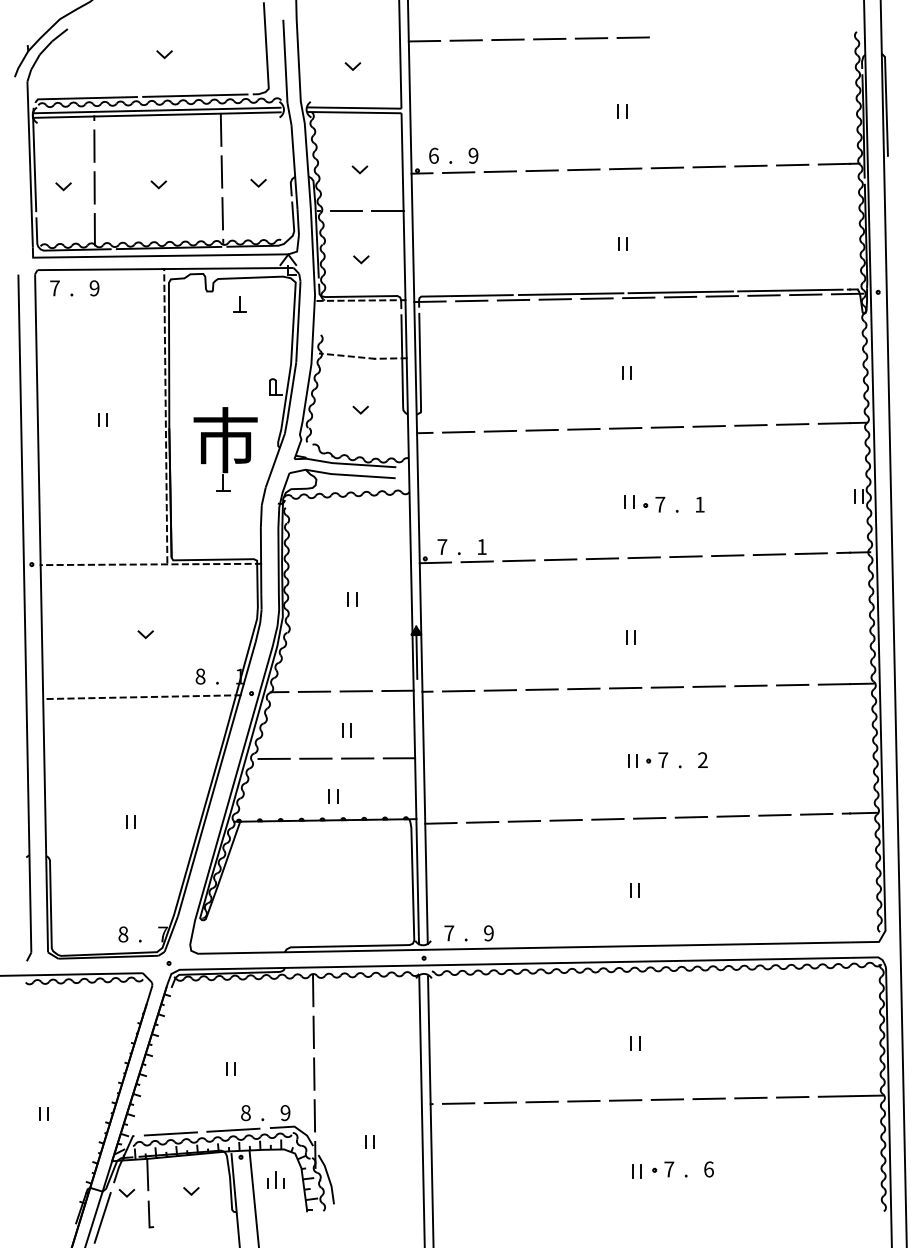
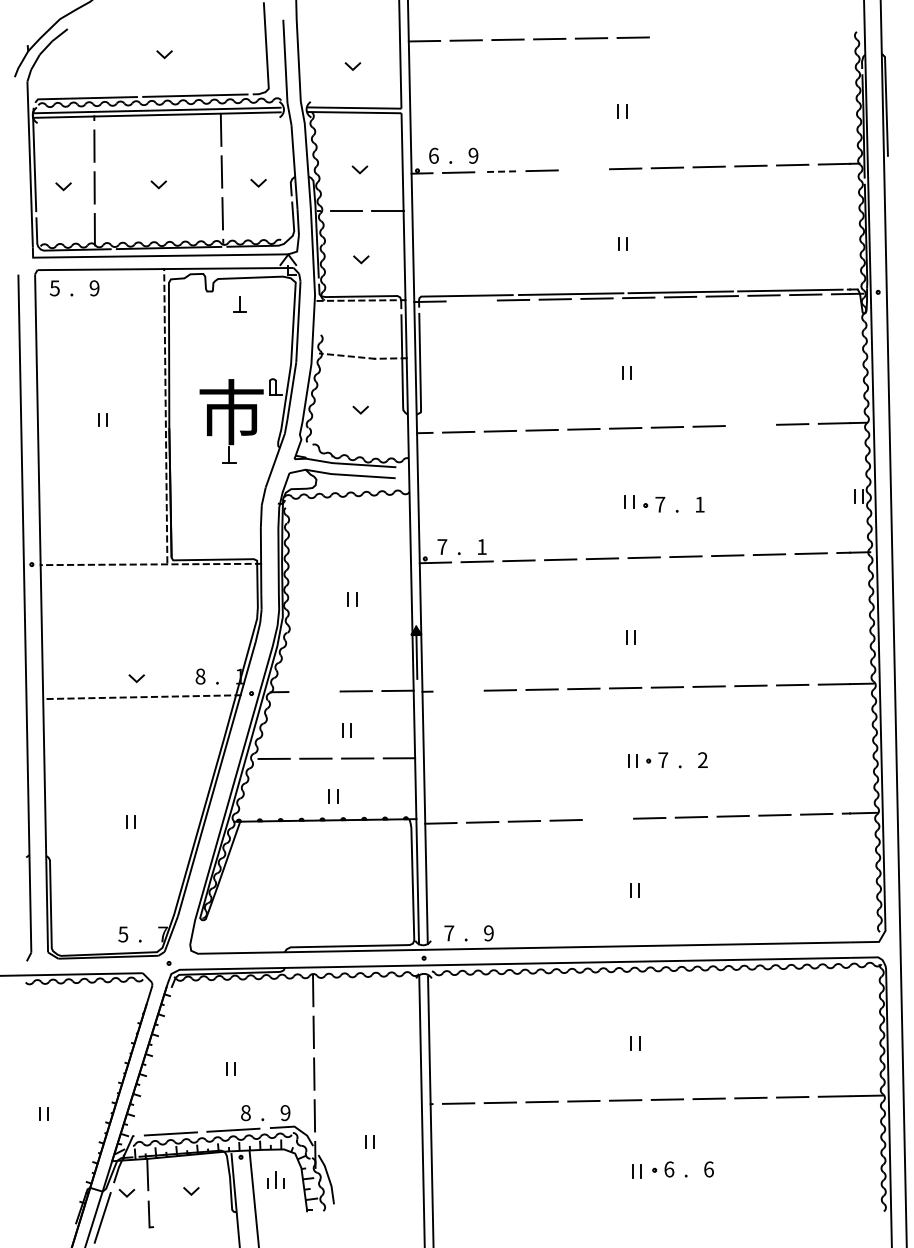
line at (583, 169): present -> none
line at (500, 171): solid -> dashed
text at (54, 288): 7 -> 5
line at (471, 300): present -> none
line at (750, 425): present -> none
part at (225, 449) position: (225, 449) -> (231, 421)
line at (144, 635) position: (144, 635) -> (135, 679)
line at (458, 690): present -> none
line at (314, 691): present -> none
line at (607, 818): present -> none
text at (123, 934): 8 -> 5
text at (669, 1169): 7 -> 6
